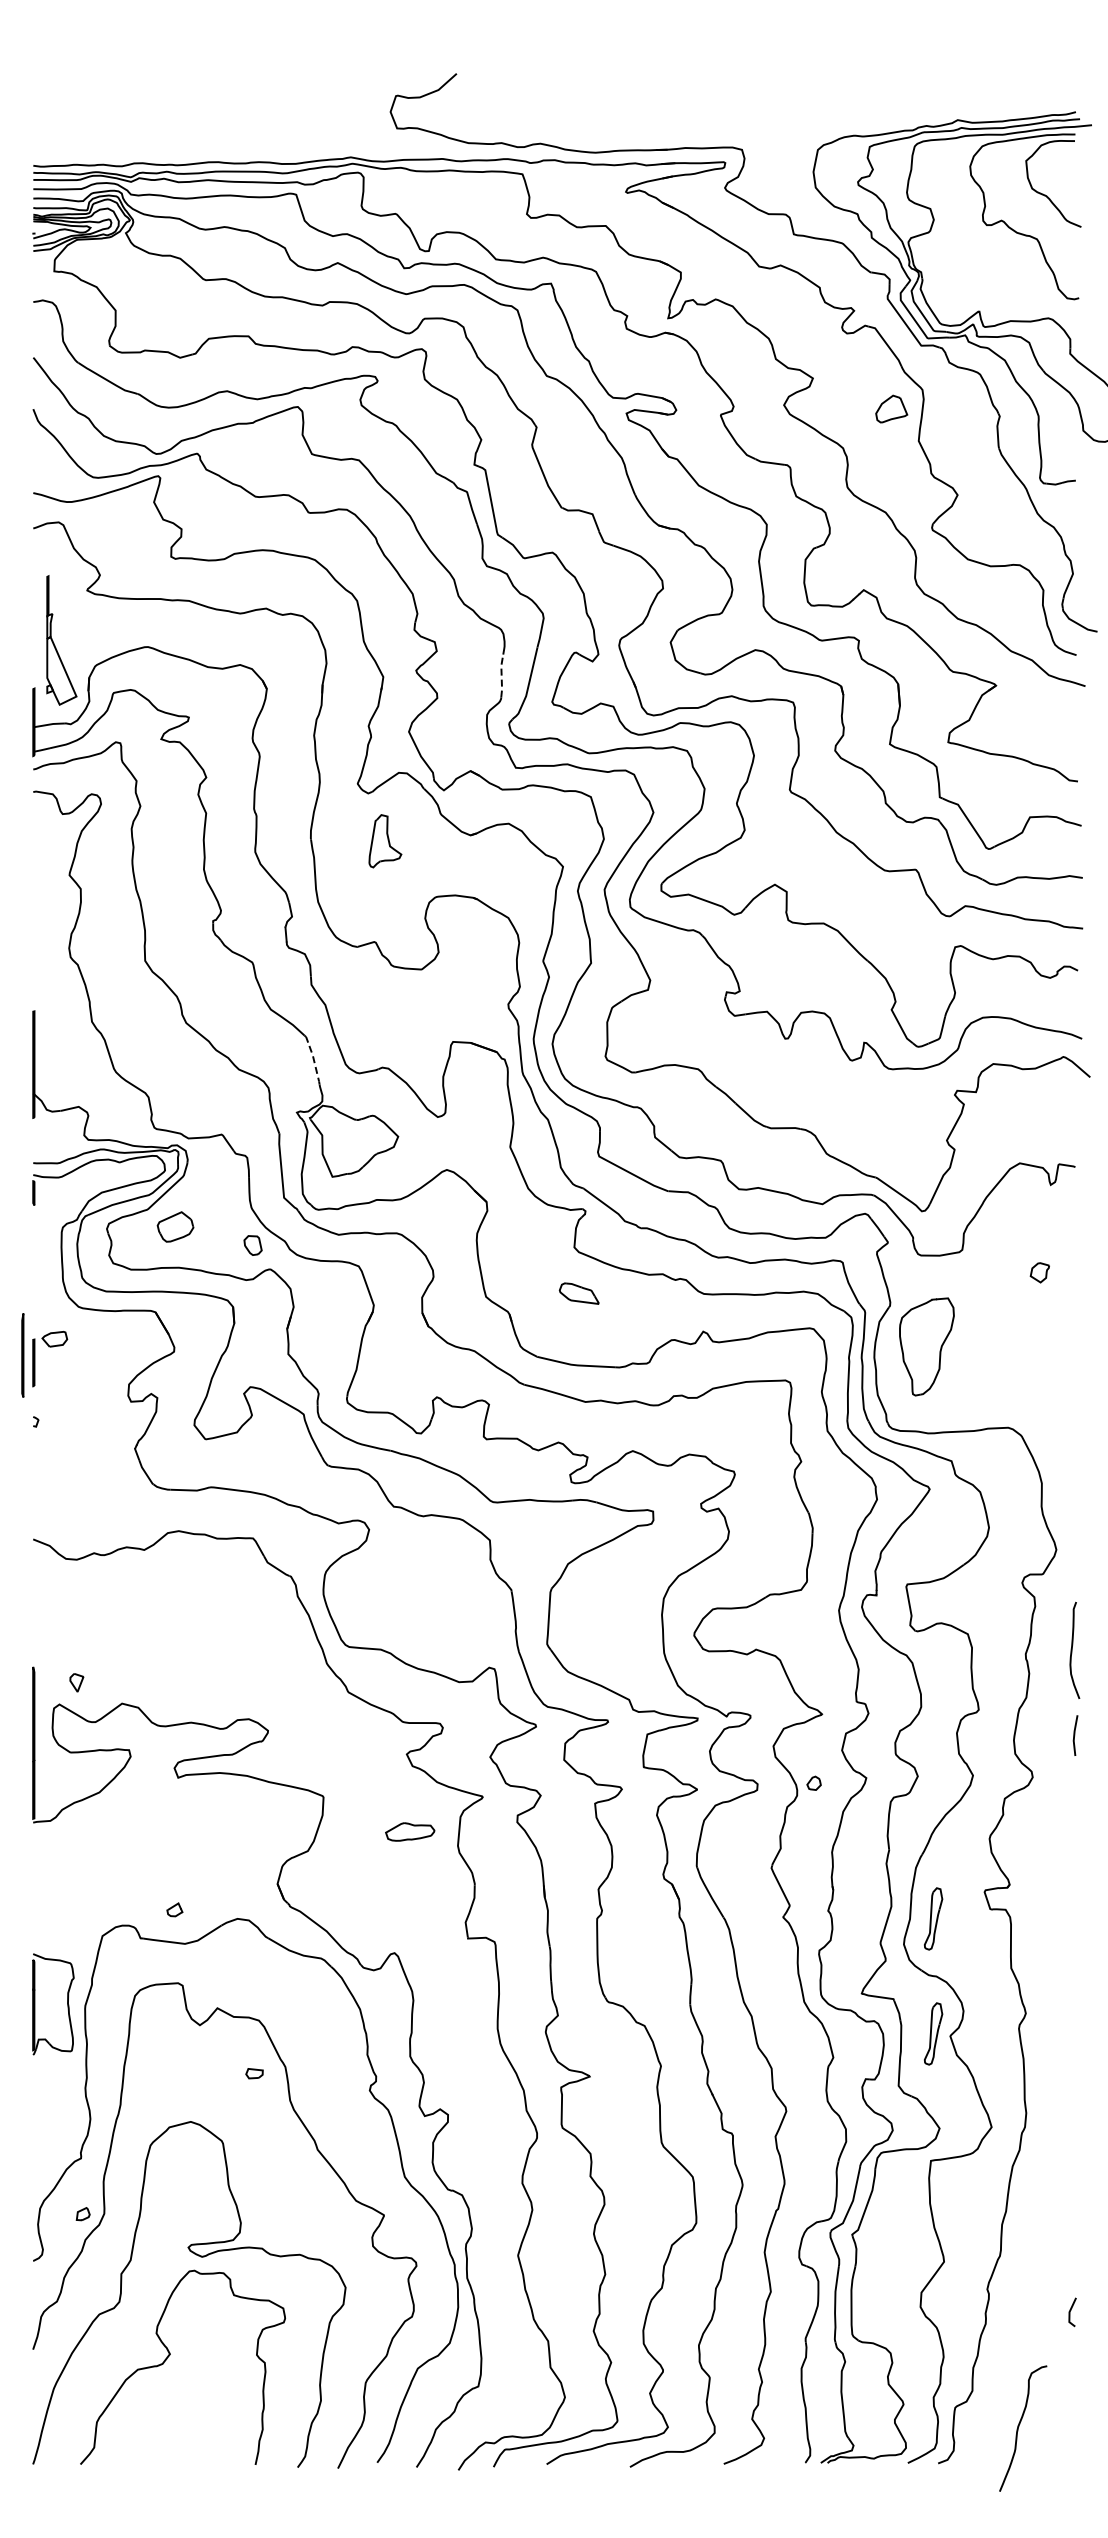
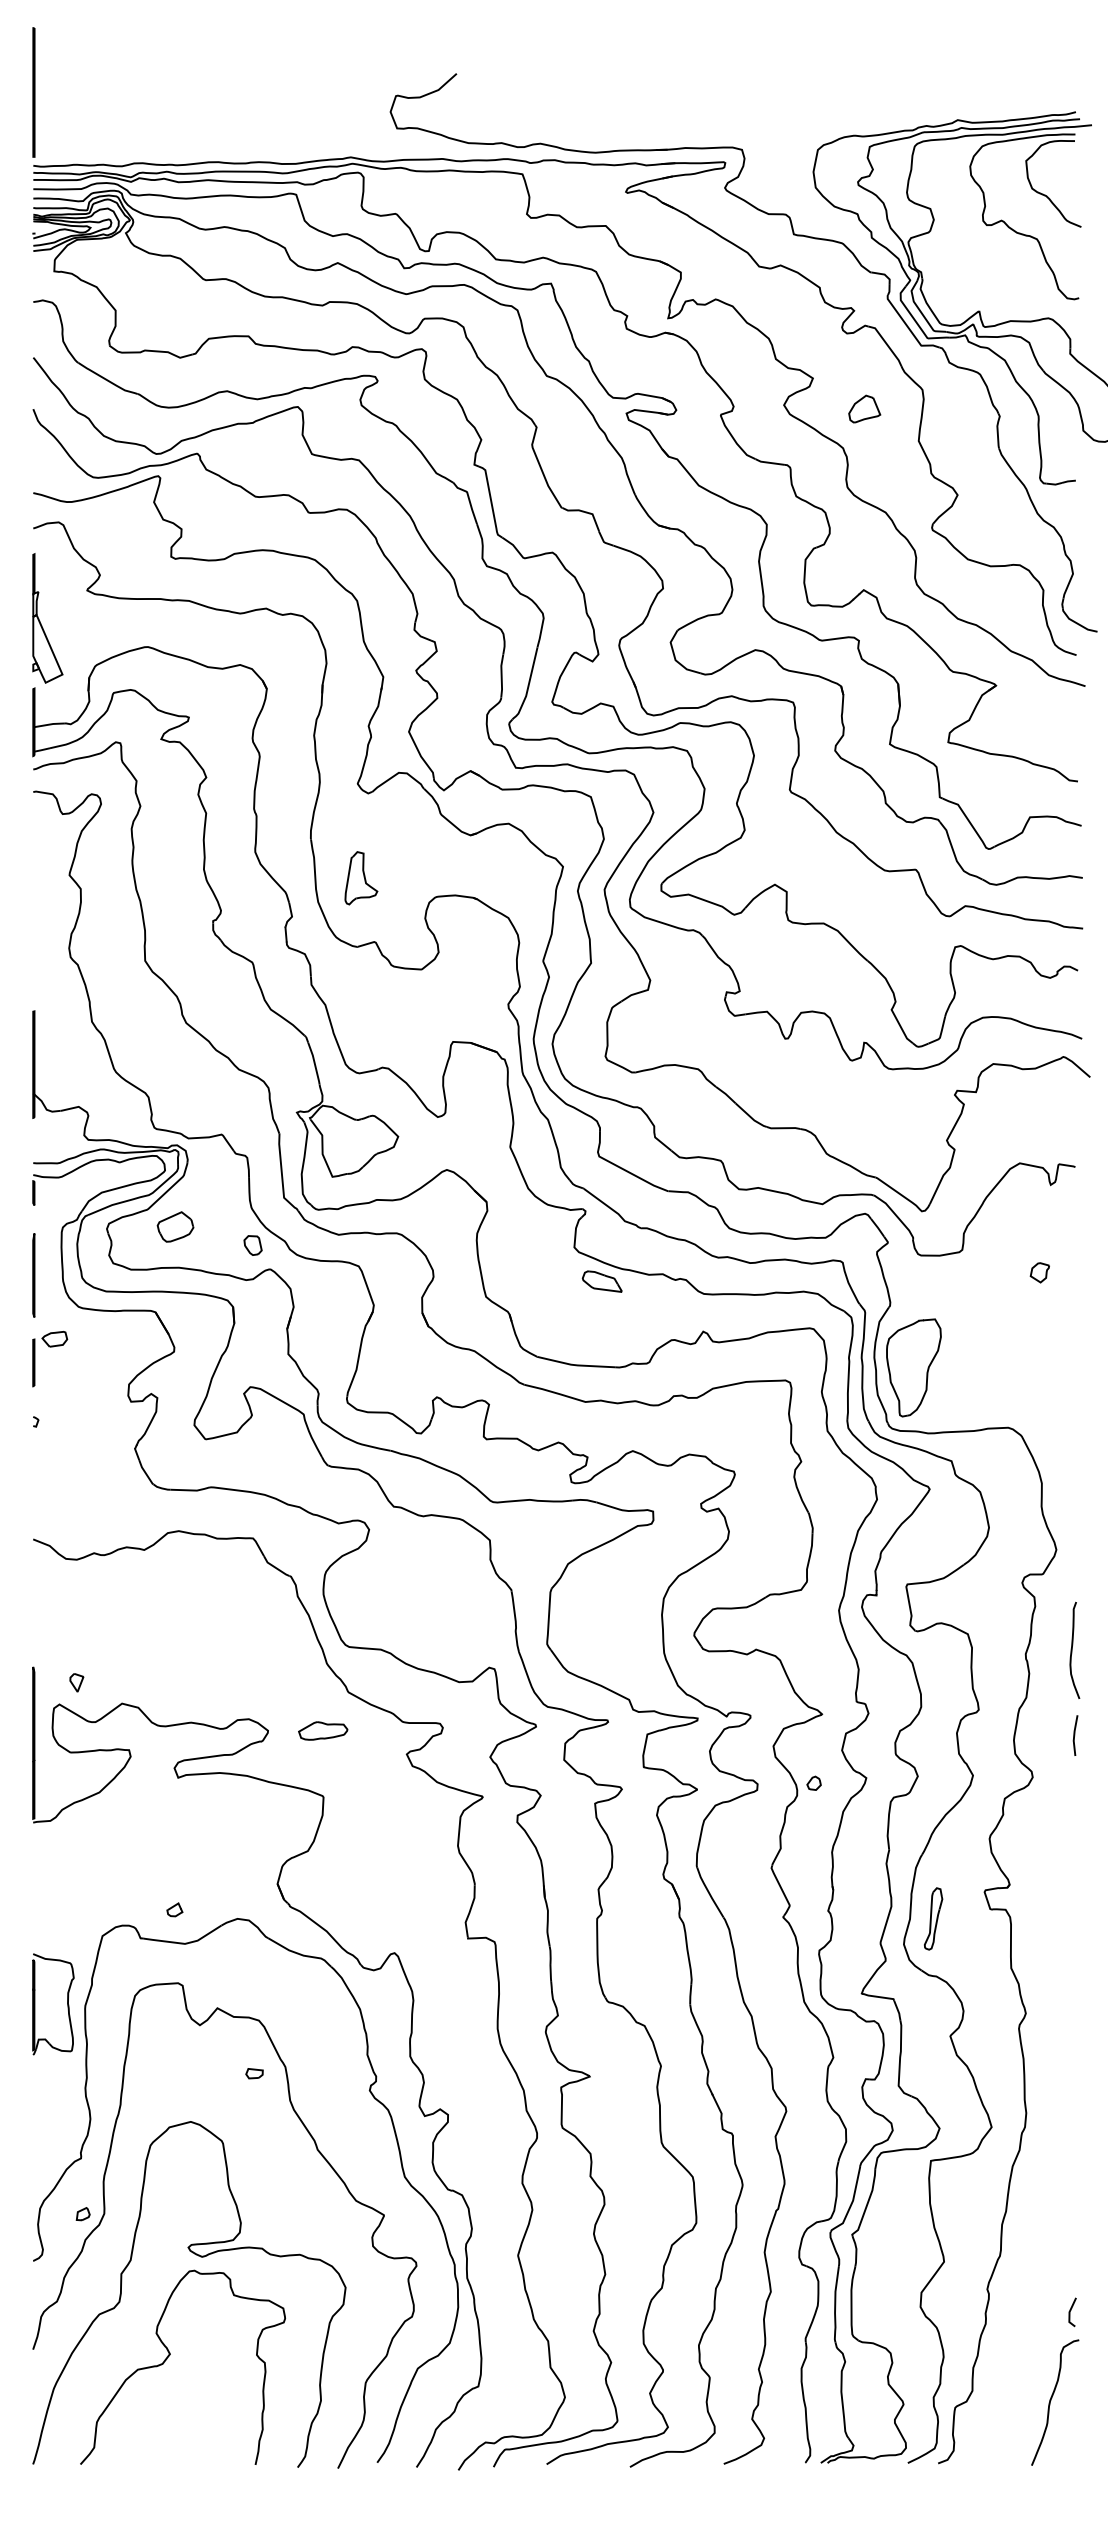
line at (33, 92): none -> present
part at (891, 408) position: (891, 408) -> (864, 408)
part at (54, 643) position: (54, 643) -> (40, 621)
line at (501, 675): dashed -> solid
part at (385, 841) position: (385, 841) -> (361, 878)
line at (314, 1063): dashed -> solid
part at (578, 1293) position: (578, 1293) -> (601, 1281)
part at (926, 1346) position: (926, 1346) -> (913, 1367)
line at (22, 1355) position: (22, 1355) -> (33, 1275)
part at (410, 1831) position: (410, 1831) -> (323, 1730)
part at (933, 2033): present -> none
curve at (1019, 2426) position: (1019, 2426) -> (1051, 2400)
